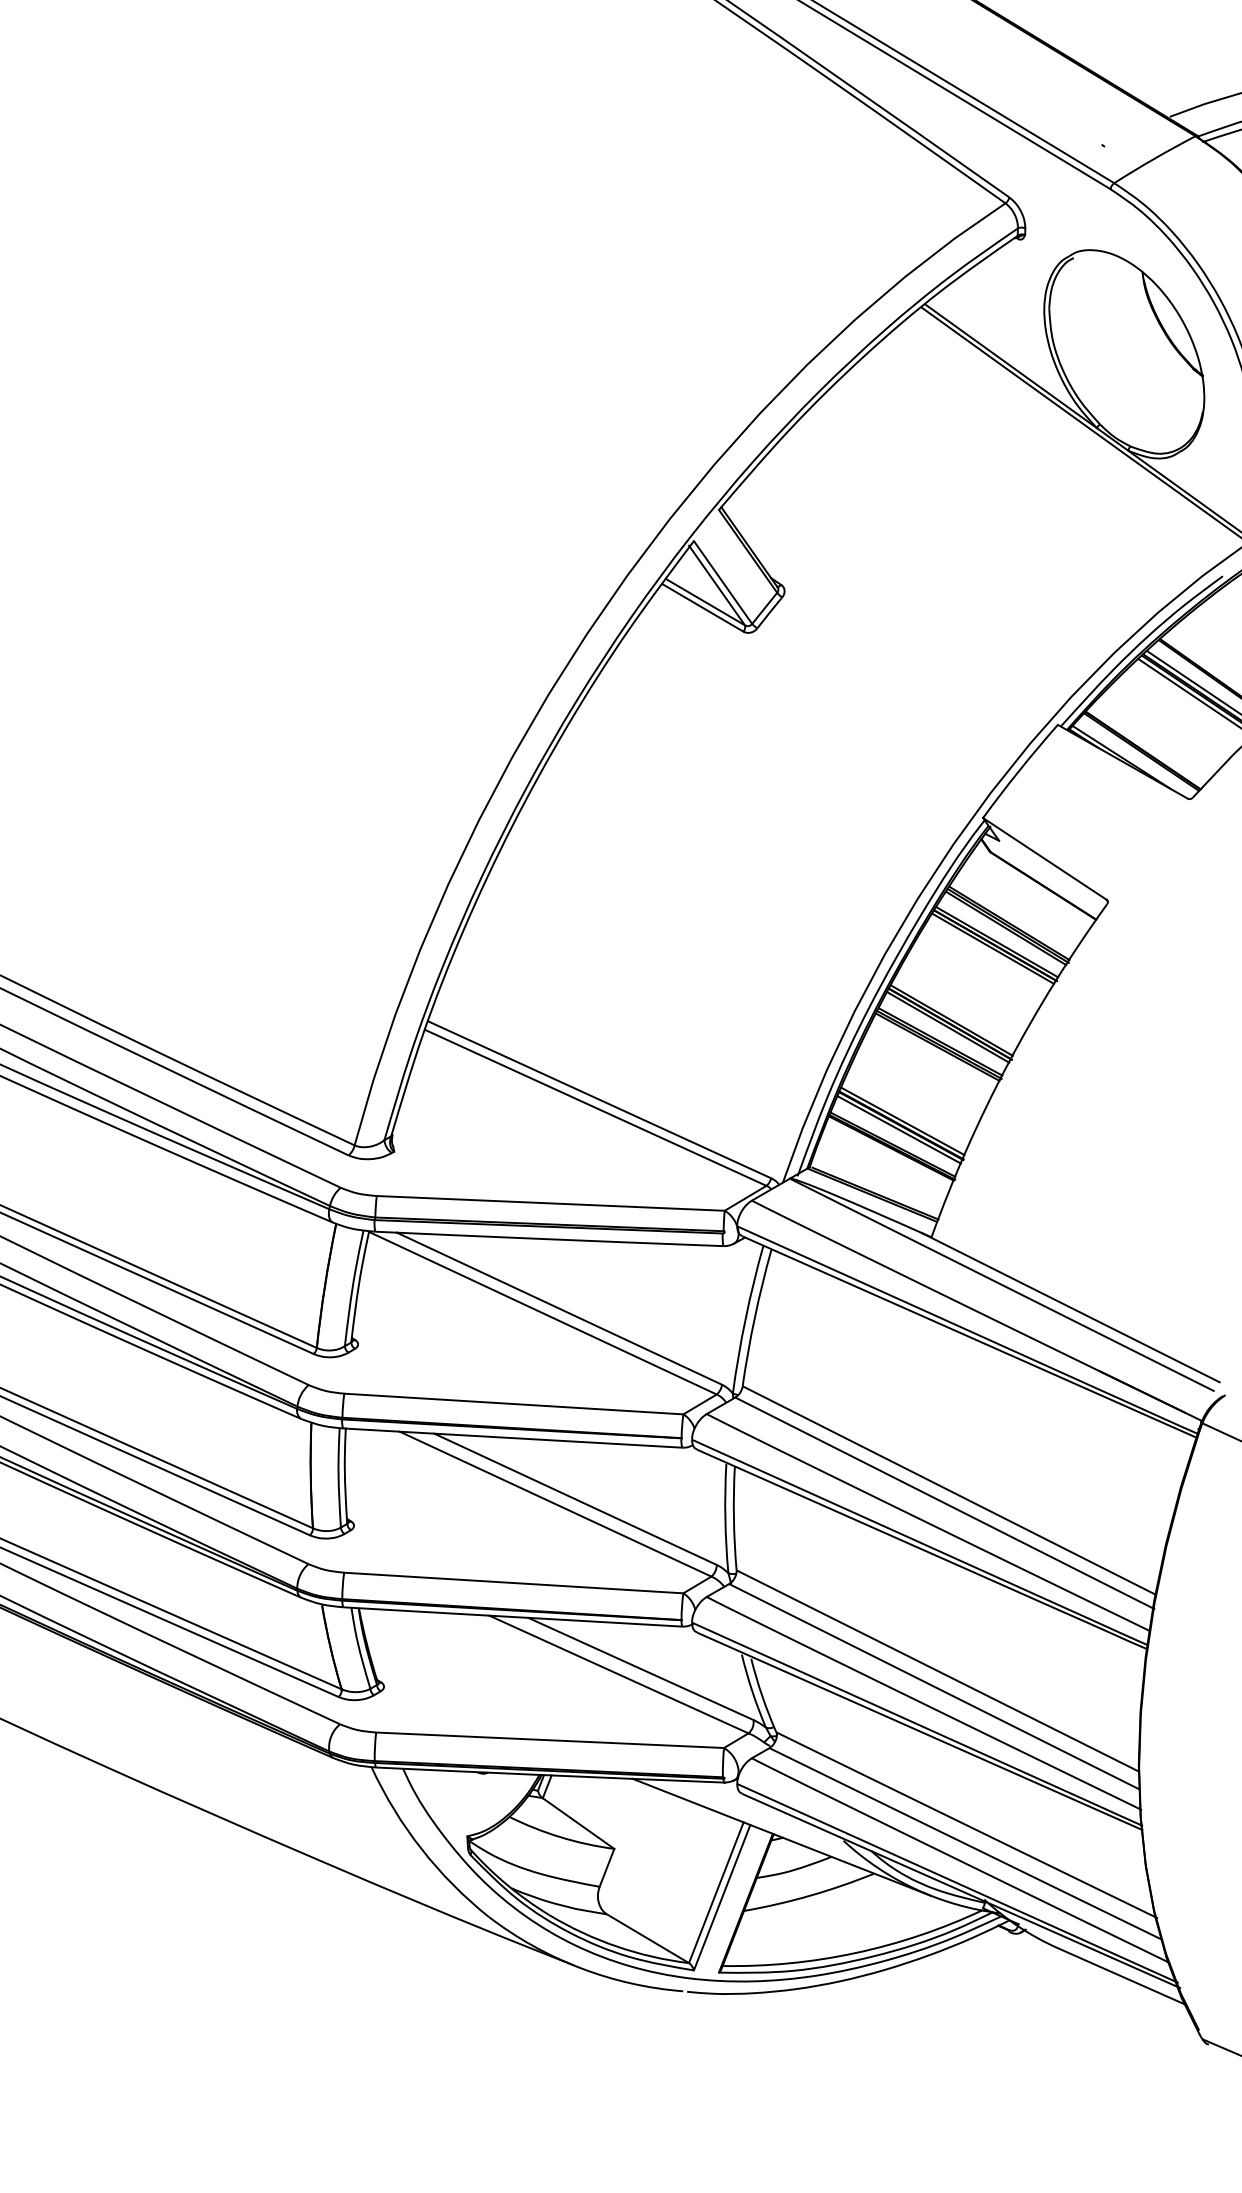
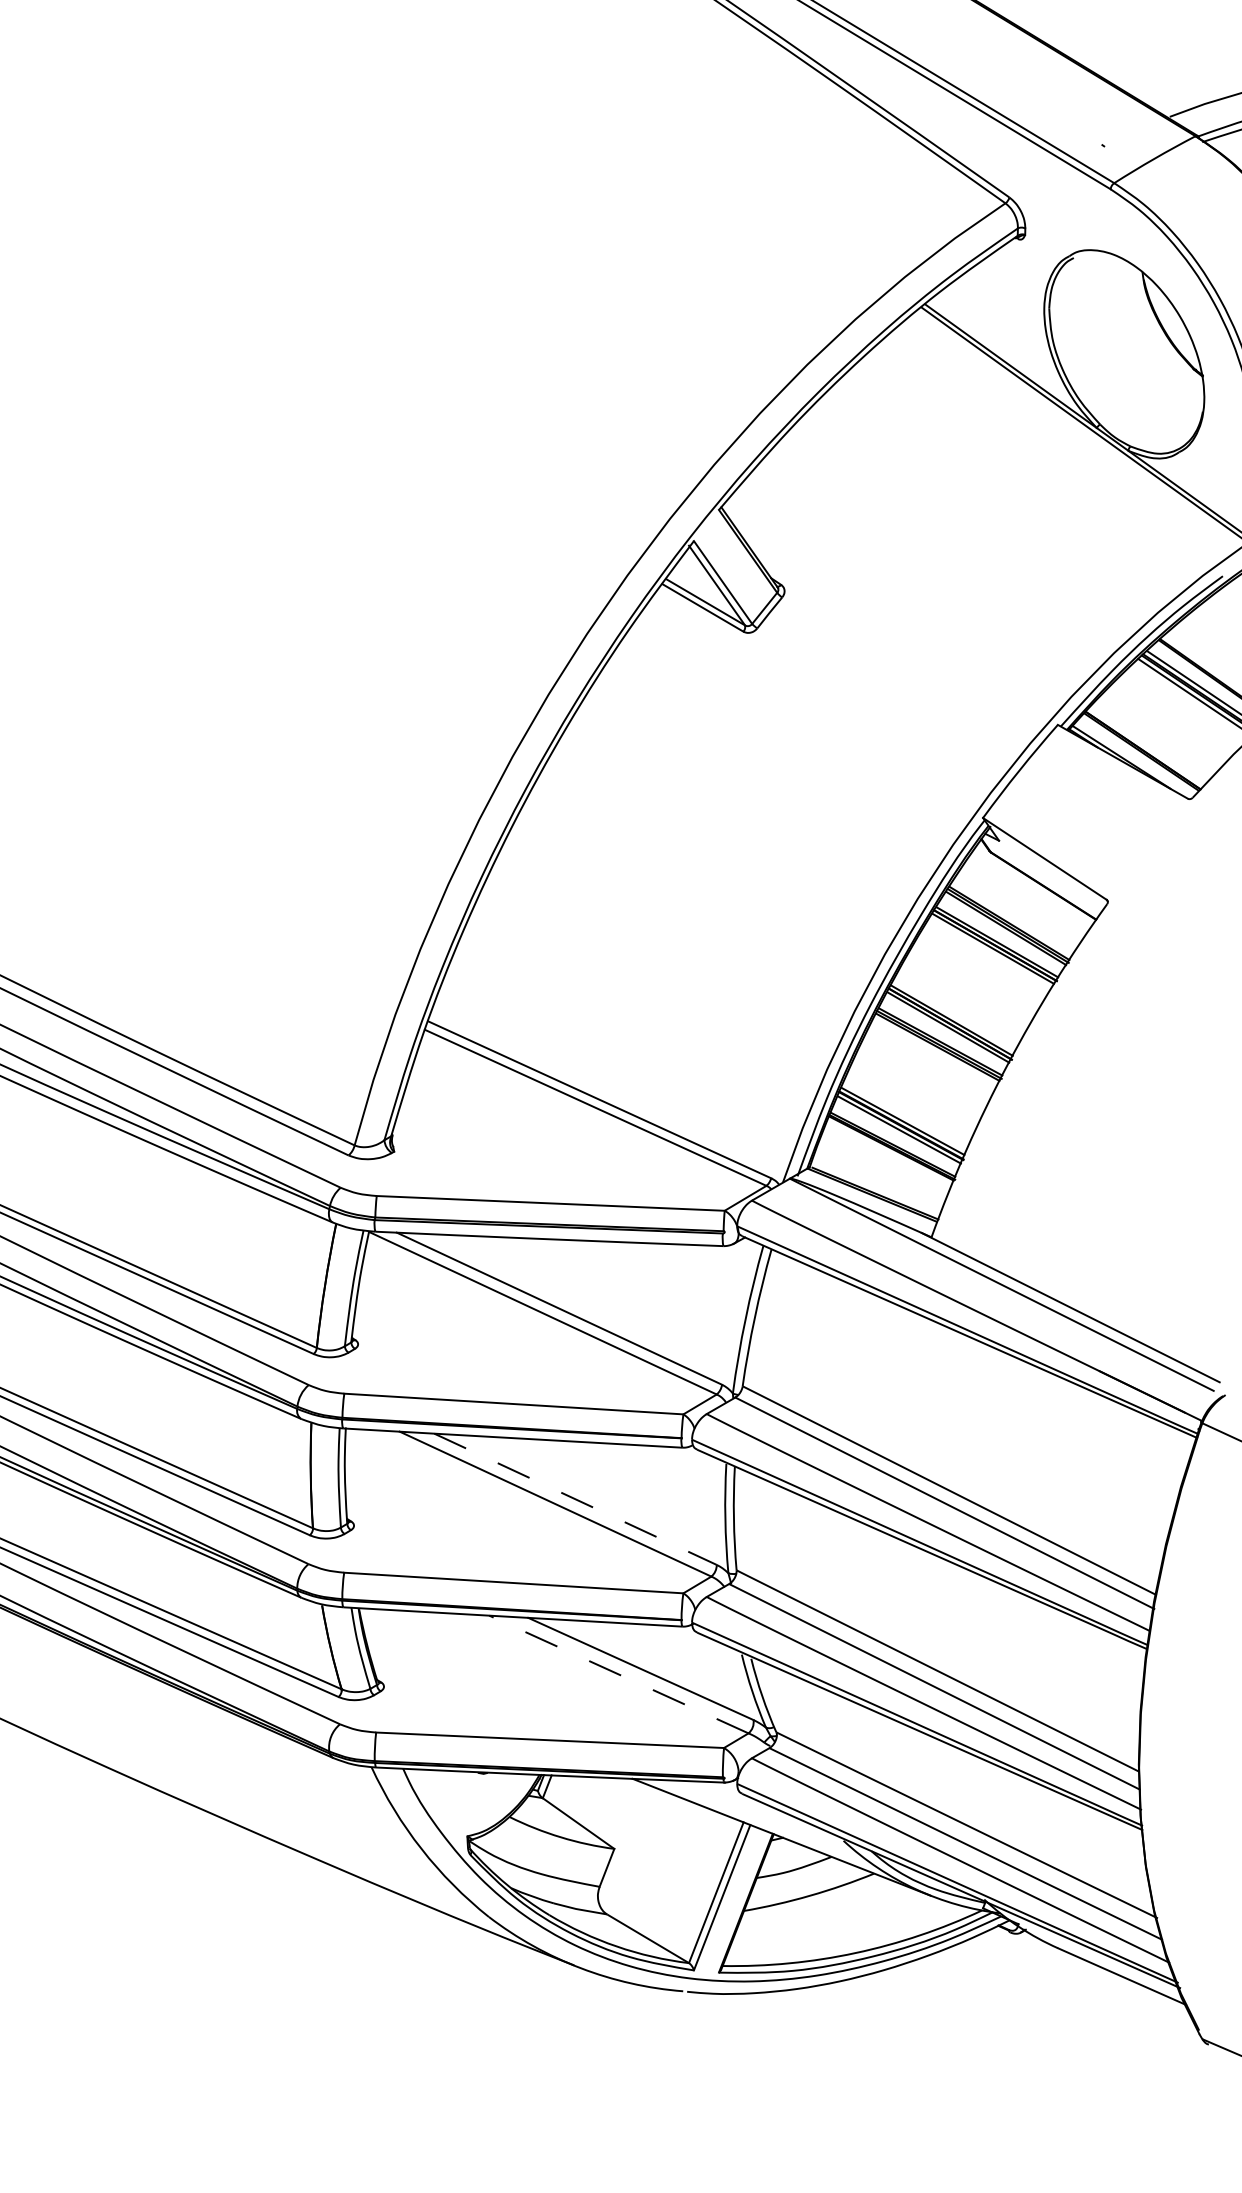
line at (575, 1499): solid -> dashed
line at (618, 1674): solid -> dashed
